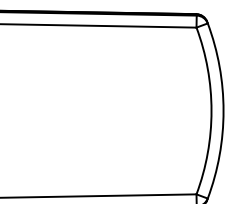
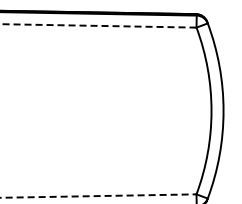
line at (98, 25): solid -> dashed
line at (98, 196): solid -> dashed
